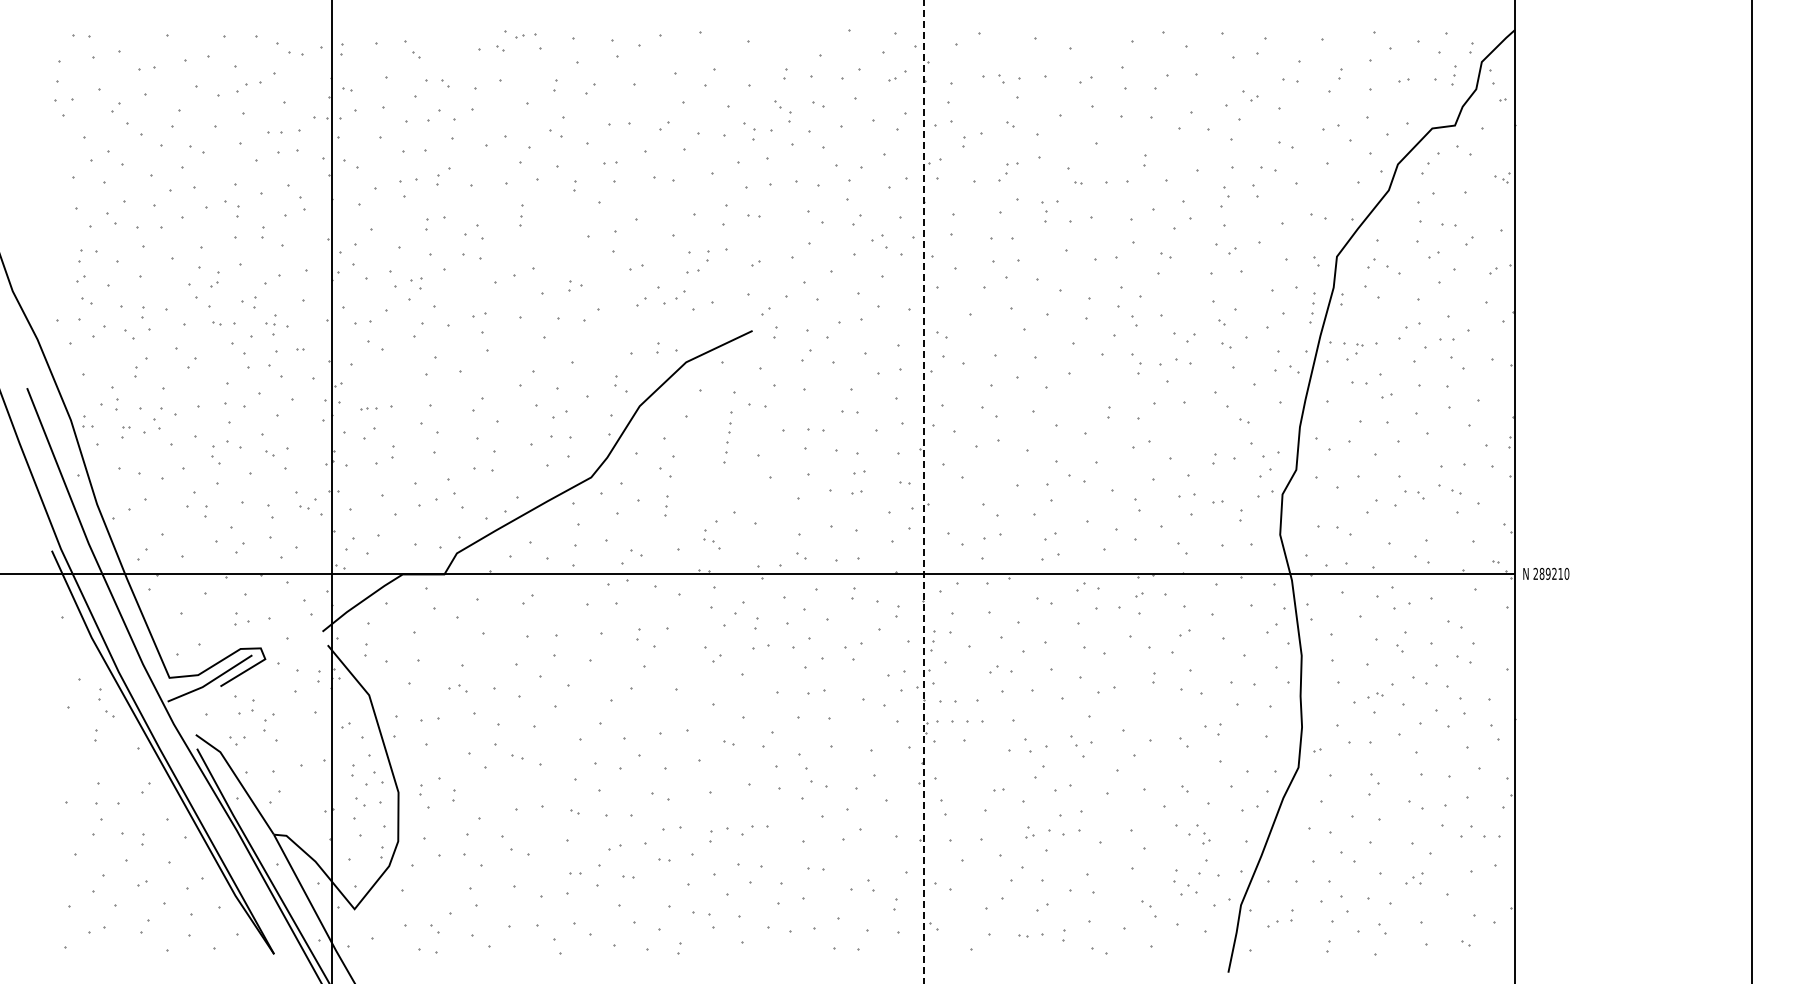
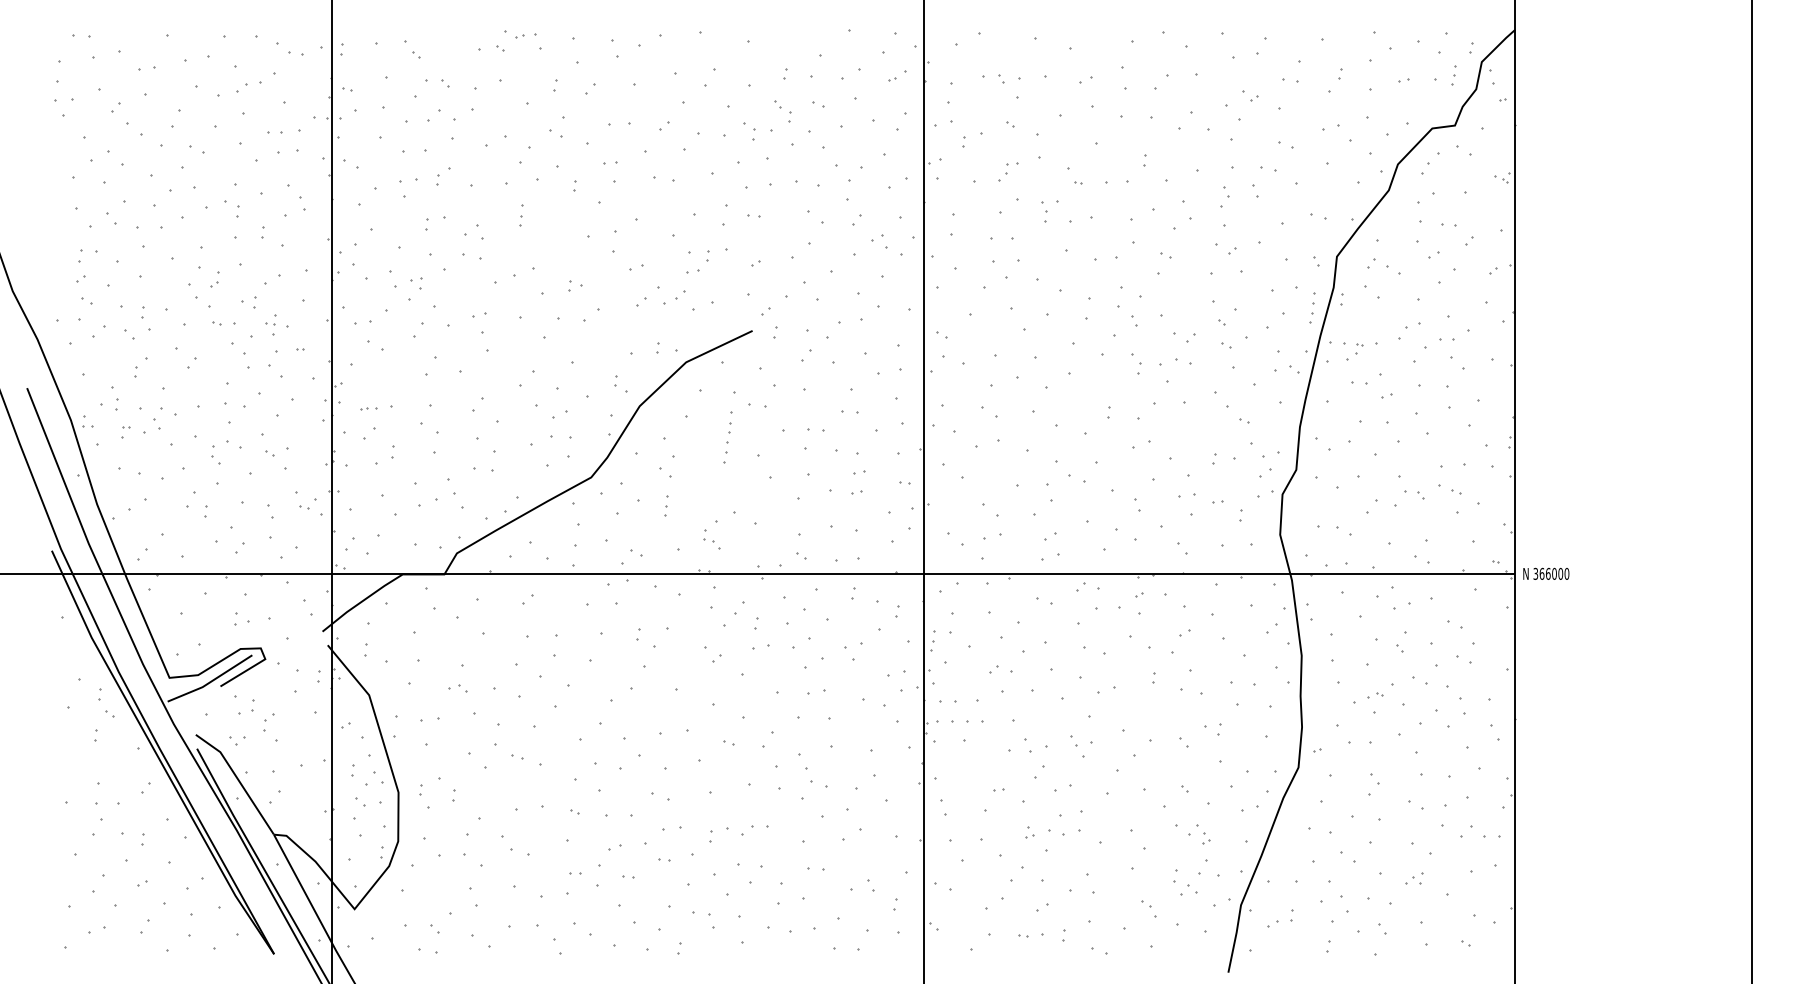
line at (923, 492): dashed -> solid
text at (1548, 573): 289210 -> 366000
